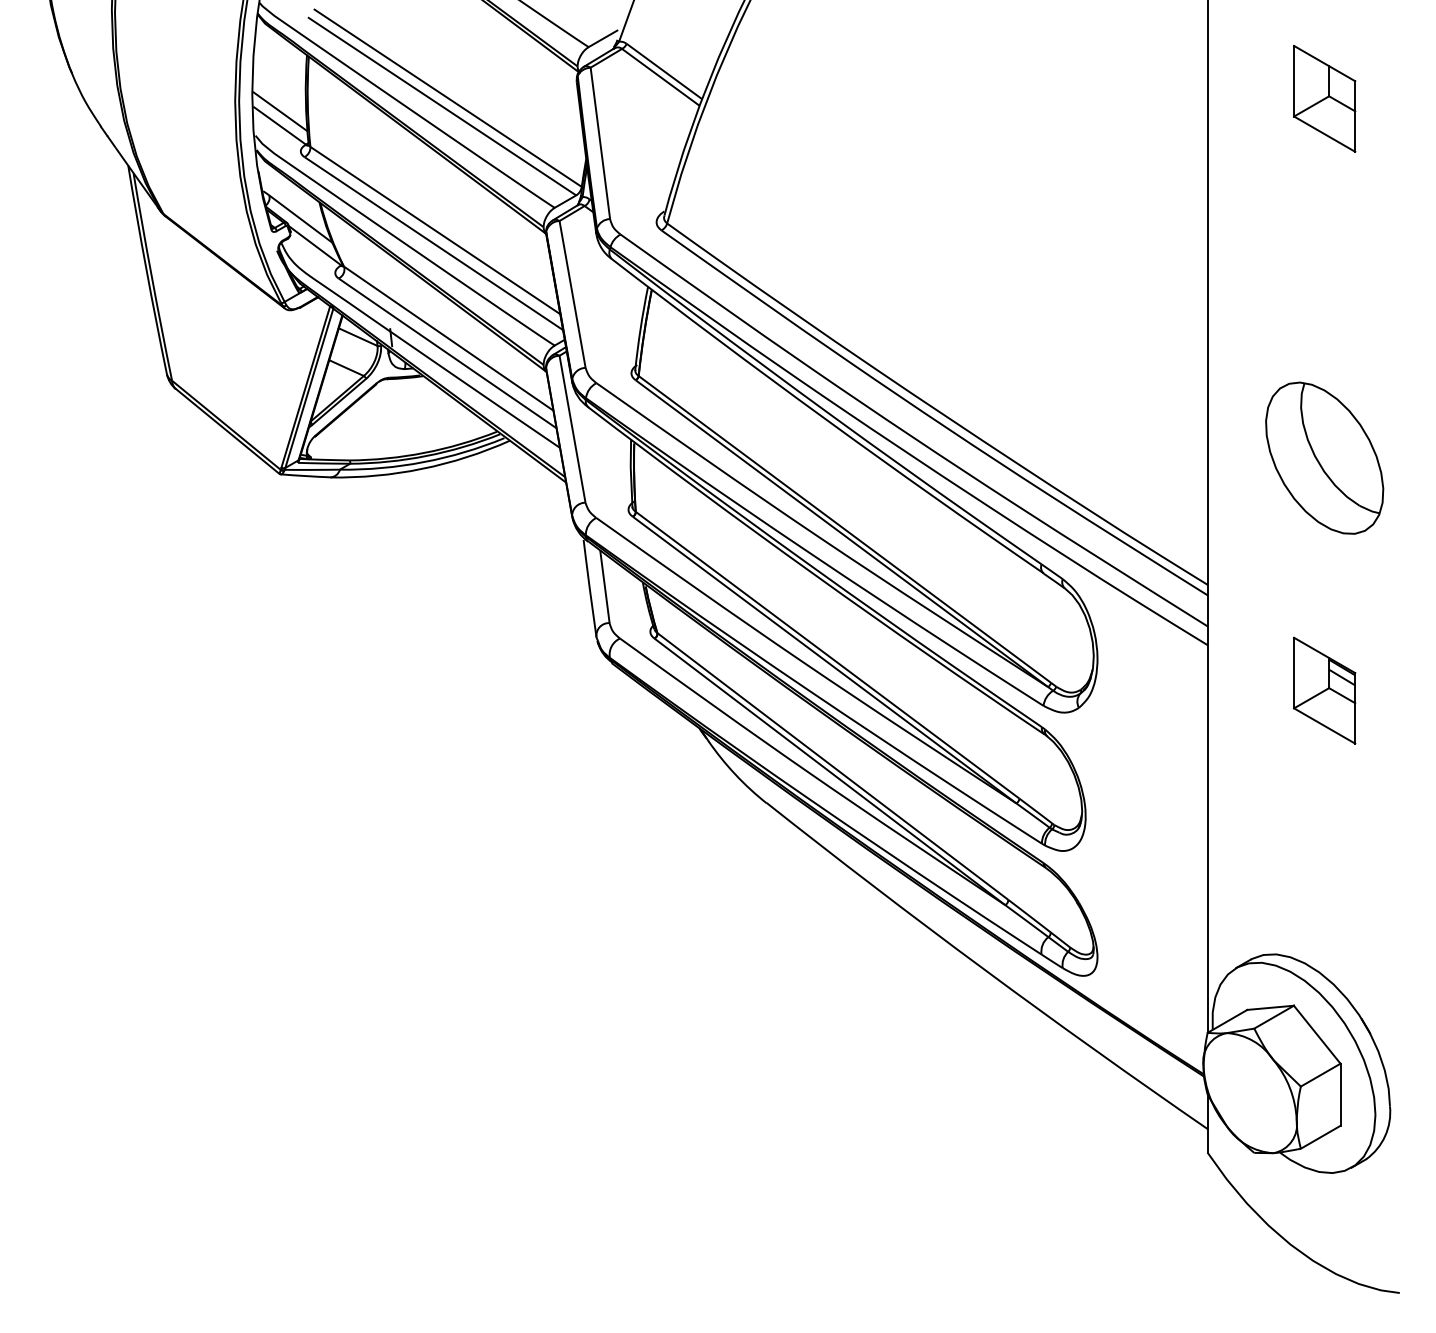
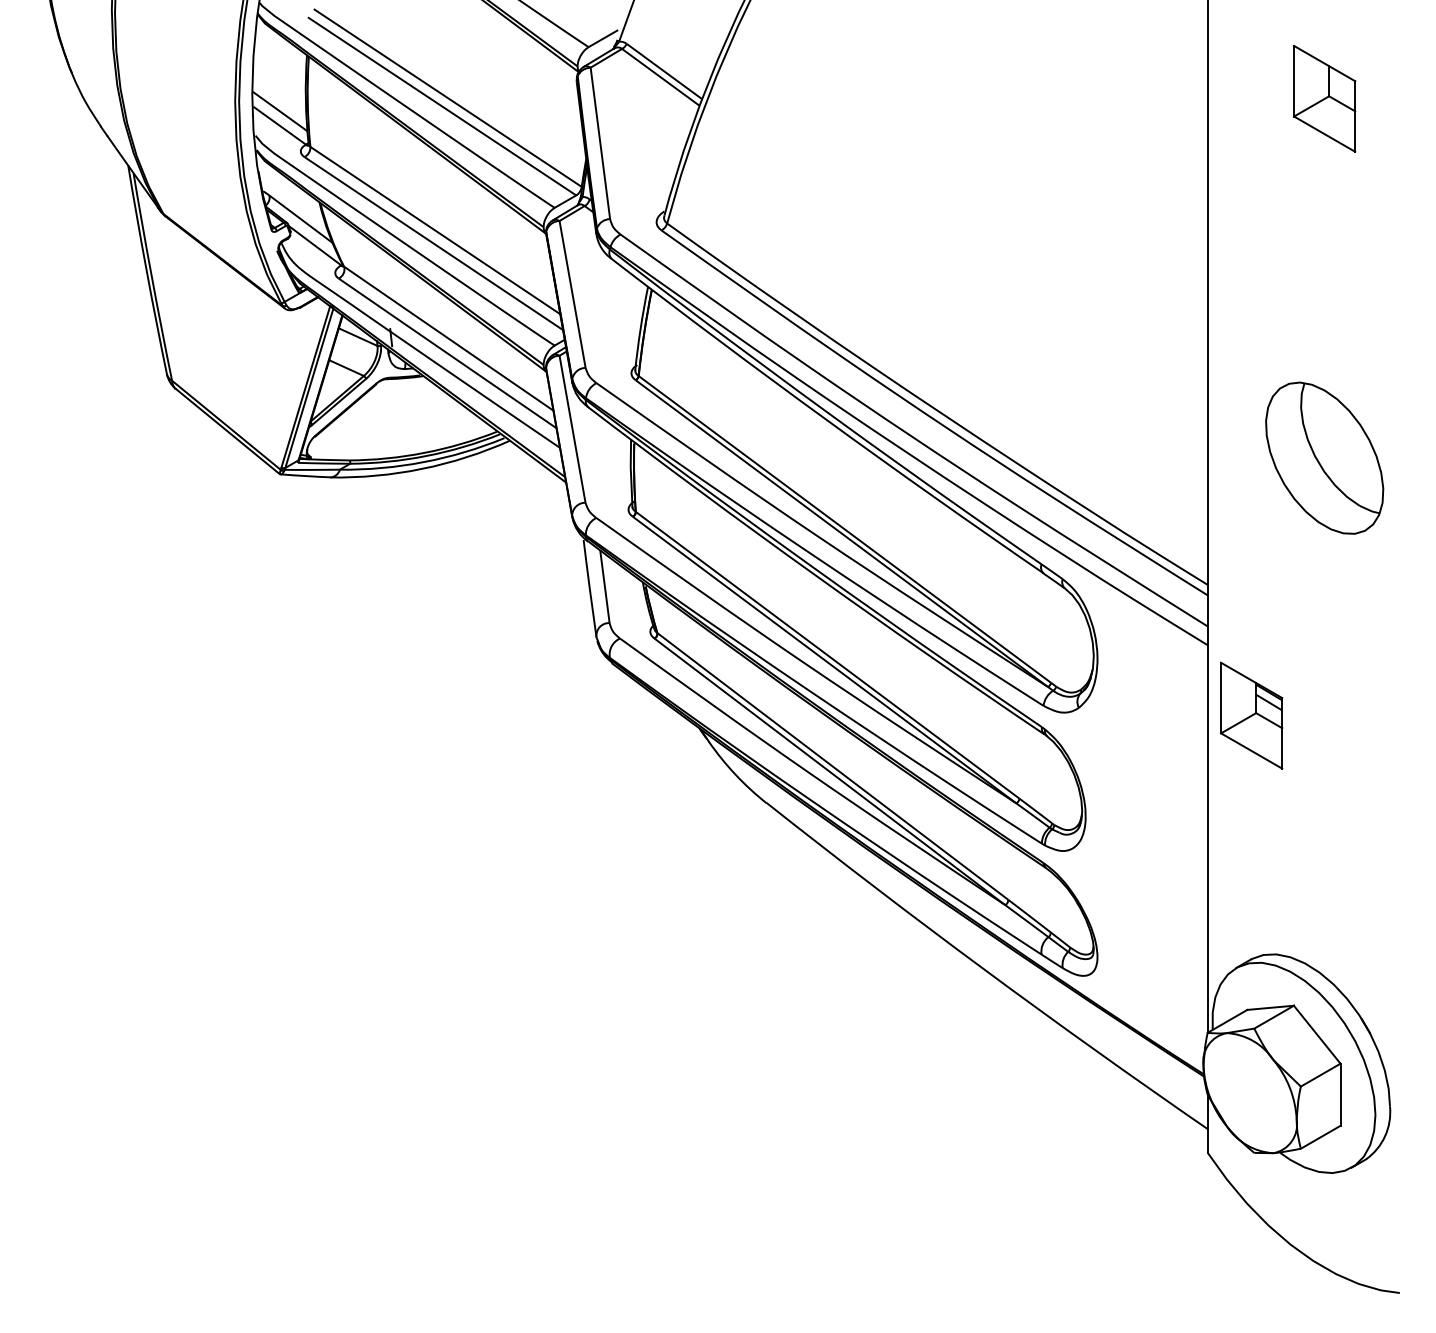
part at (1324, 690) position: (1324, 690) -> (1251, 715)
